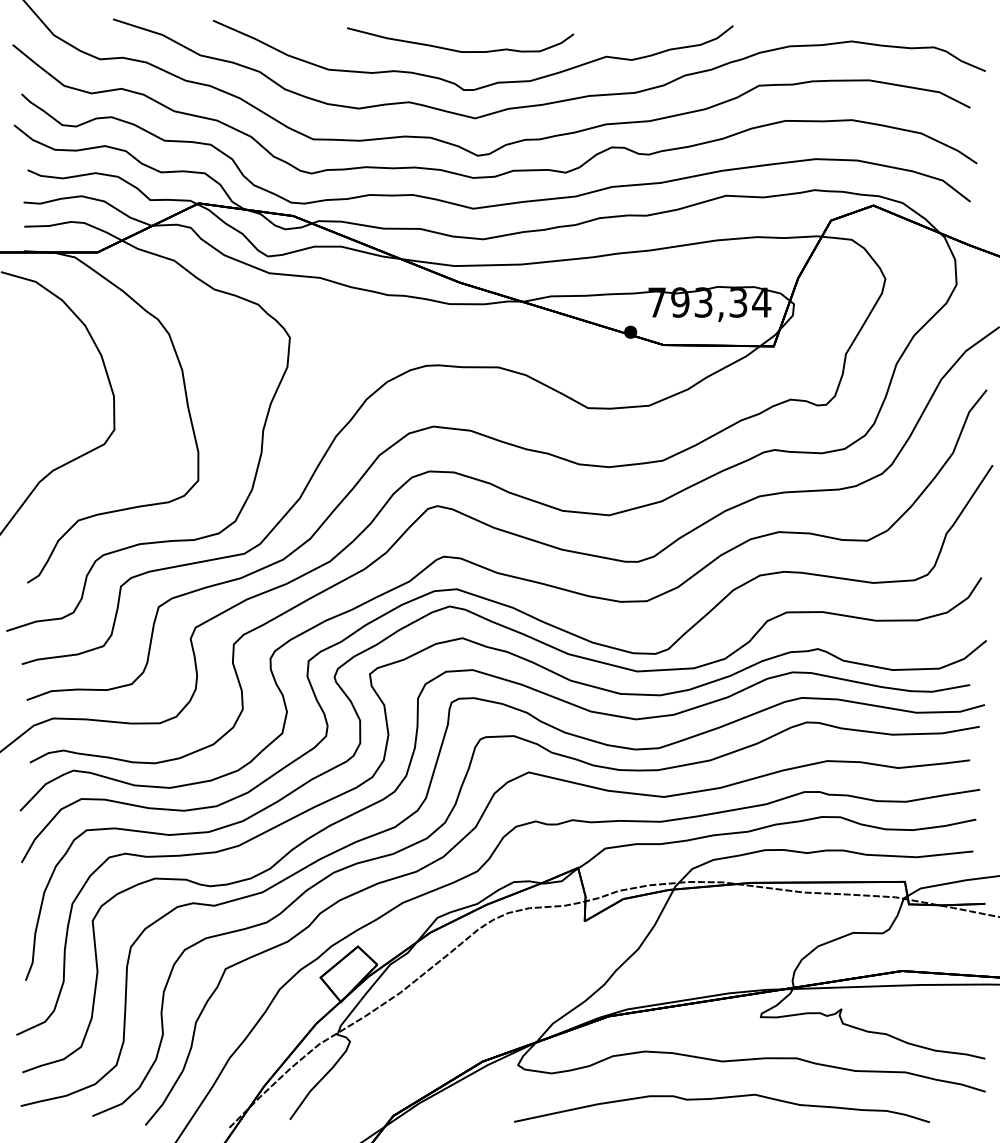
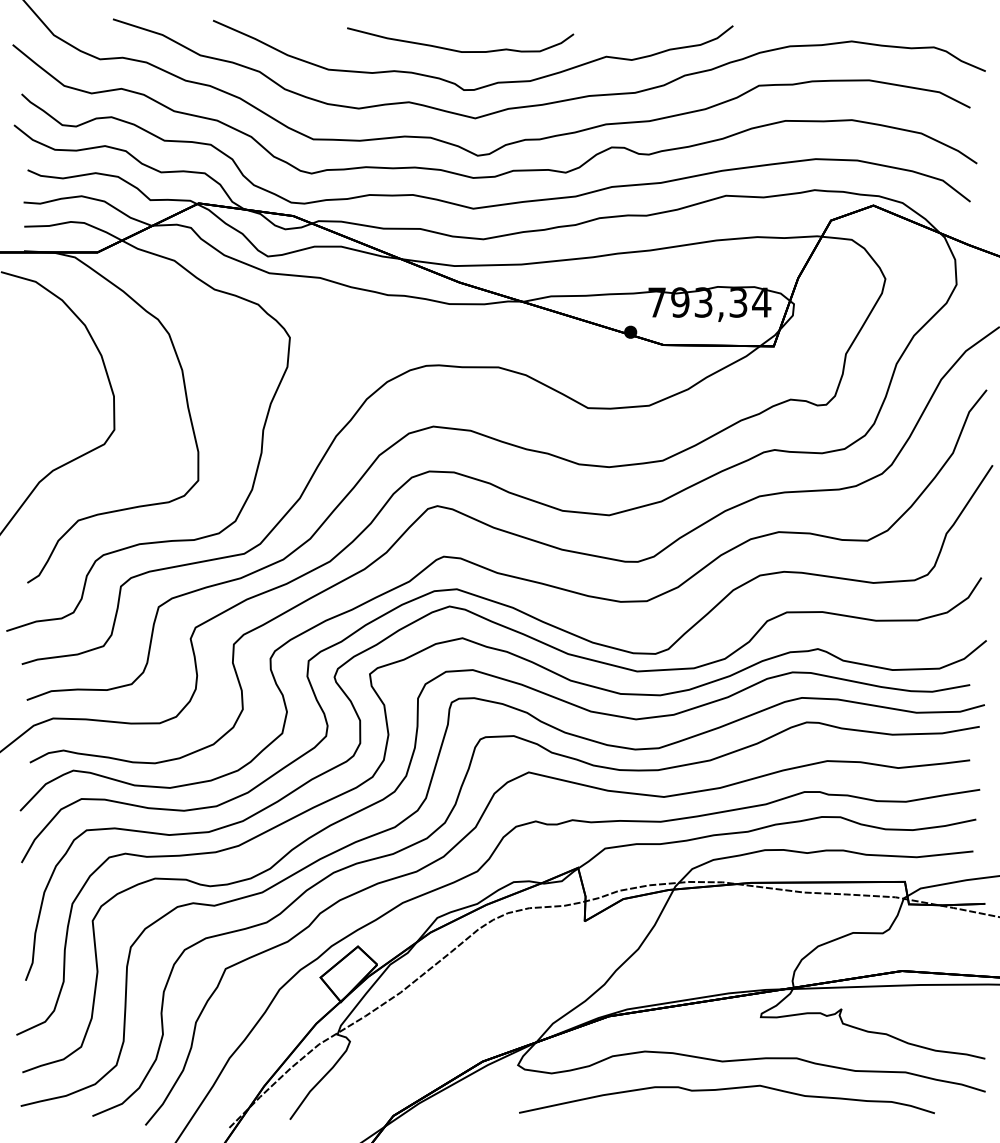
curve at (718, 1099) position: (718, 1099) -> (723, 1090)
